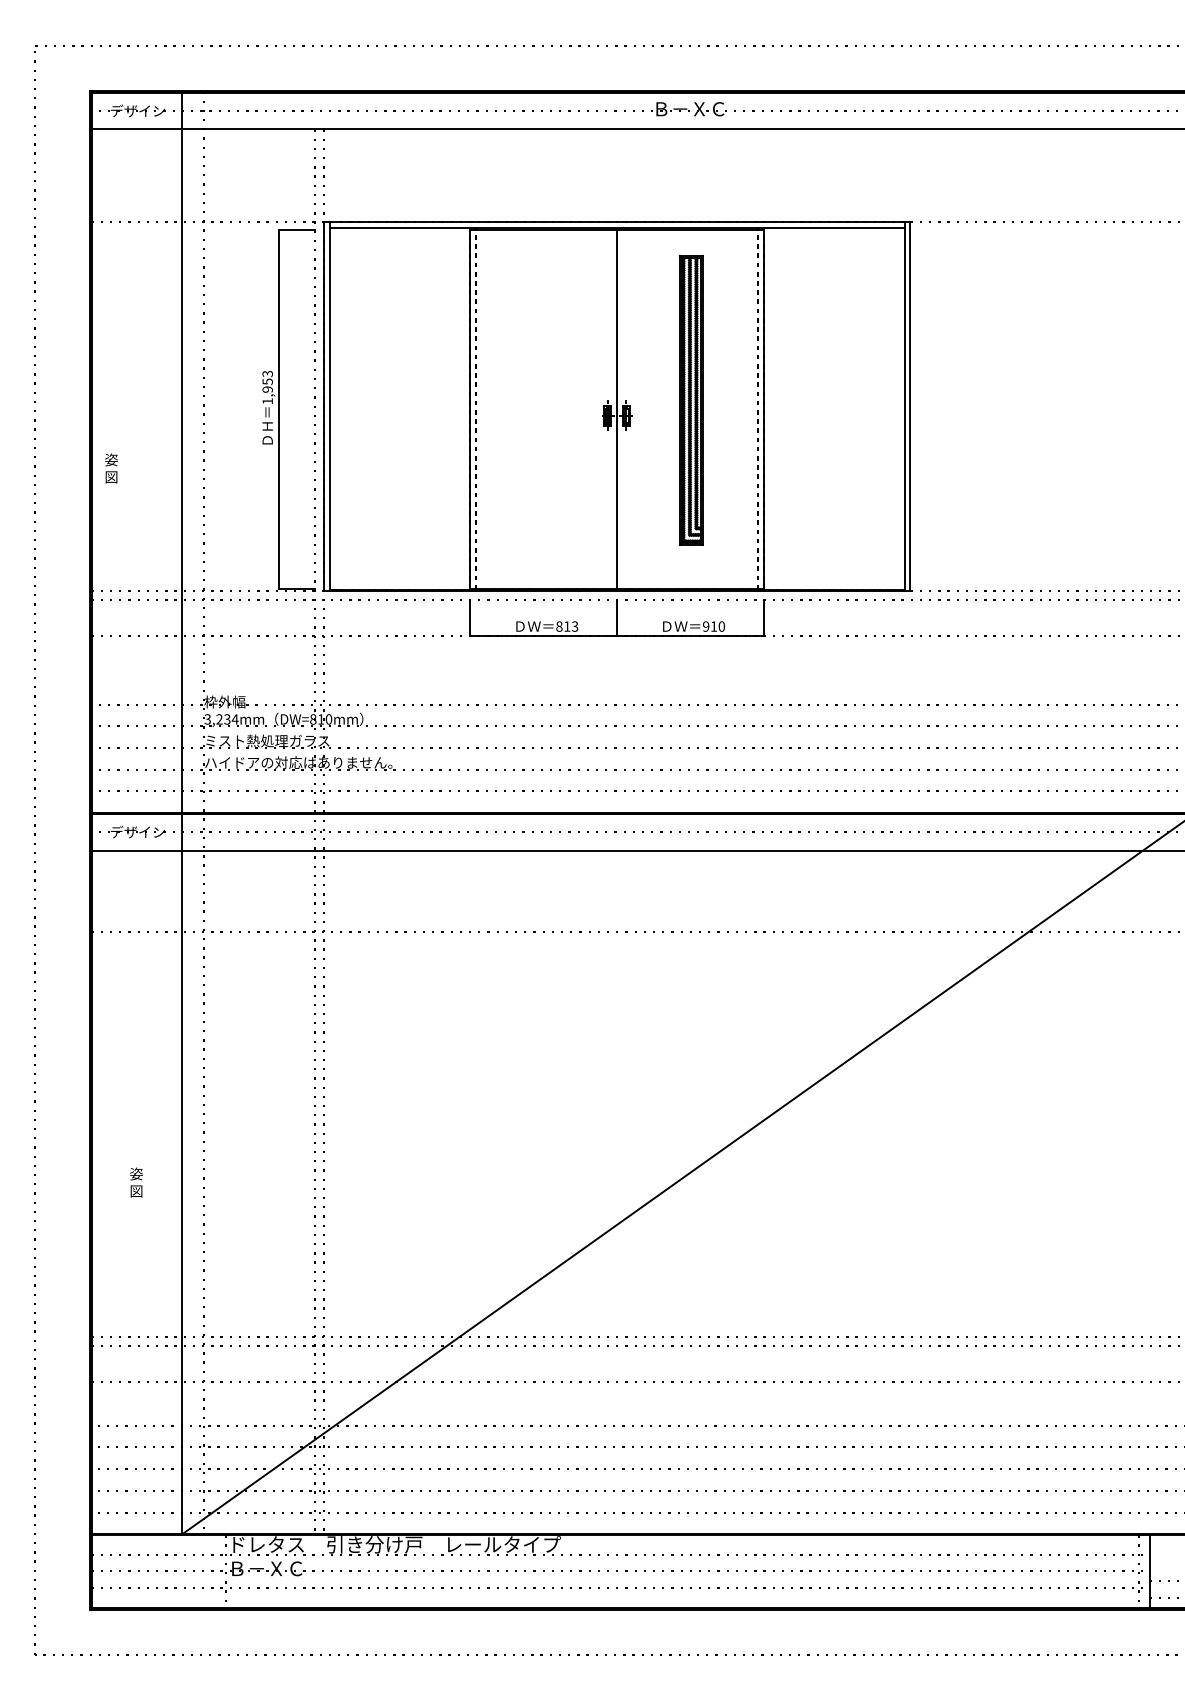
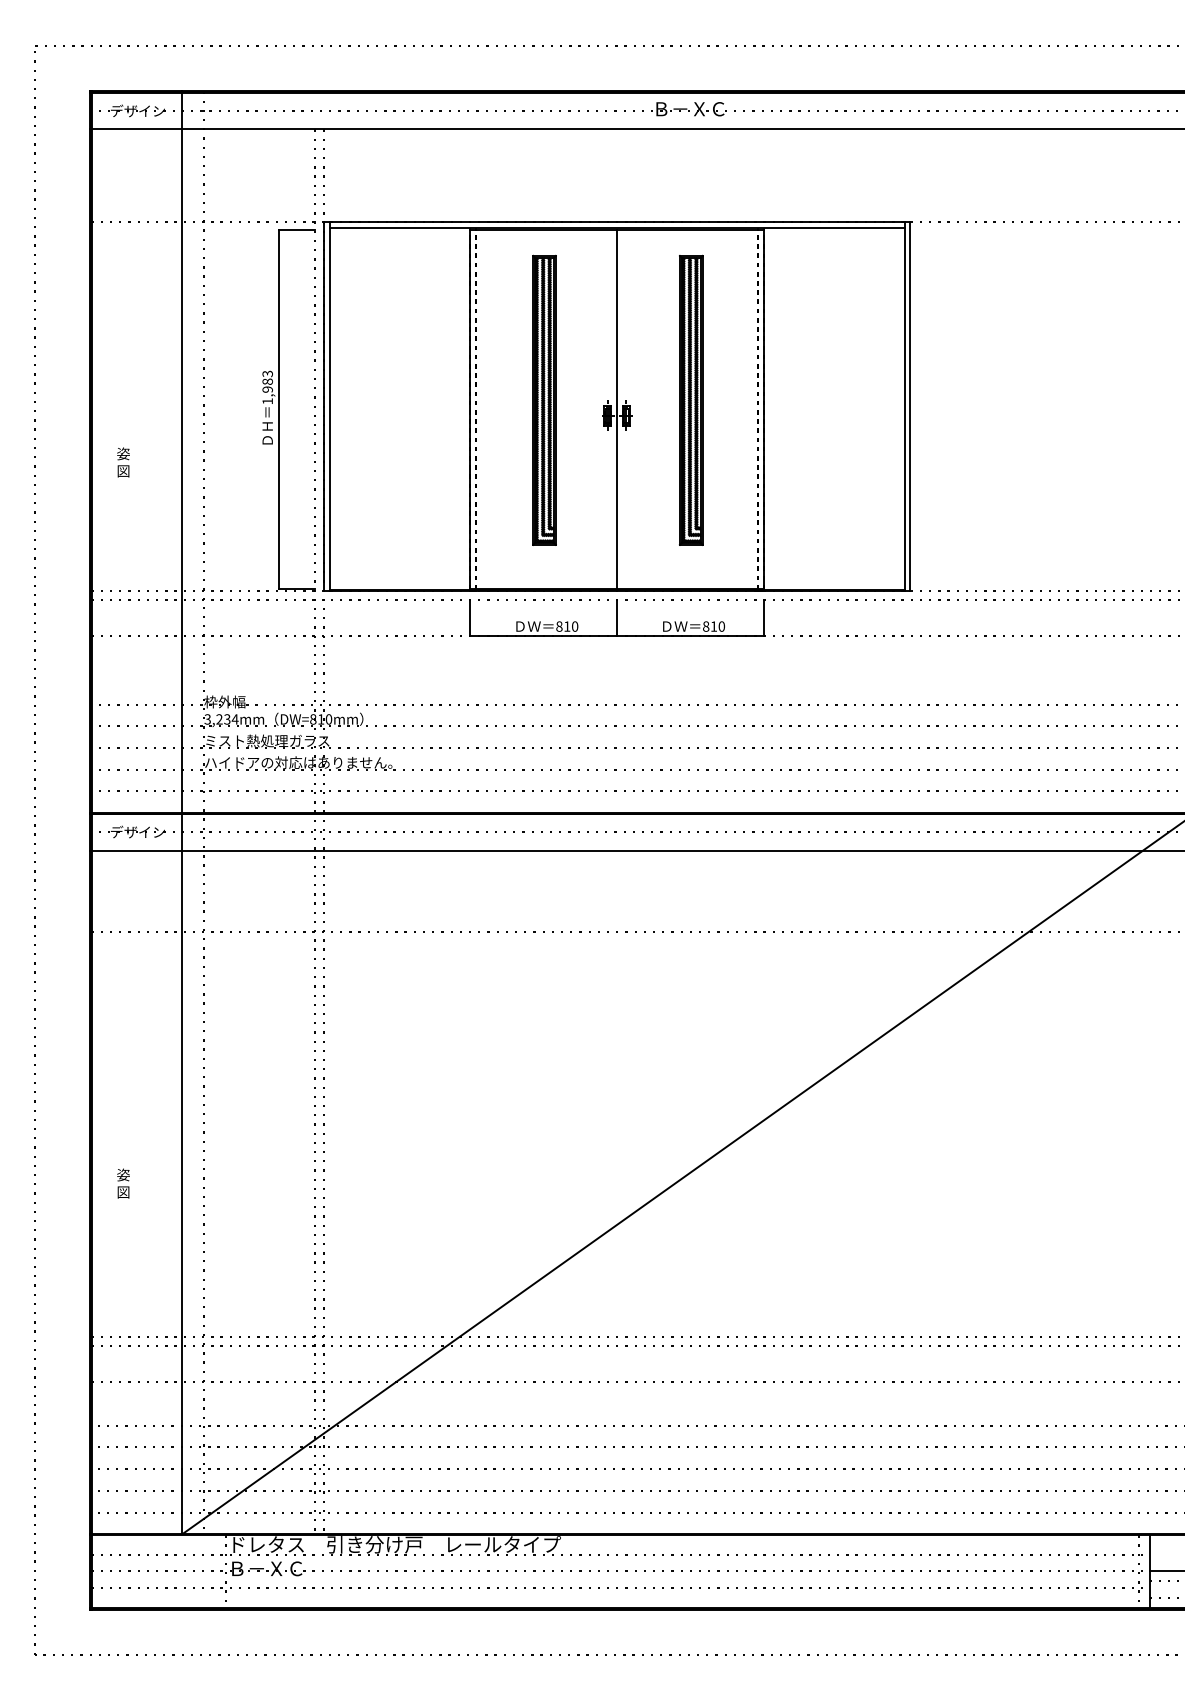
text at (267, 381): 1,953 -> 1,983
part at (544, 399): none -> present
text at (111, 468) position: (111, 468) -> (123, 462)
text at (574, 626): 813 -> 810
text at (706, 626): 910 -> 810
text at (136, 1182) position: (136, 1182) -> (123, 1183)
line at (1165, 1571): none -> present
